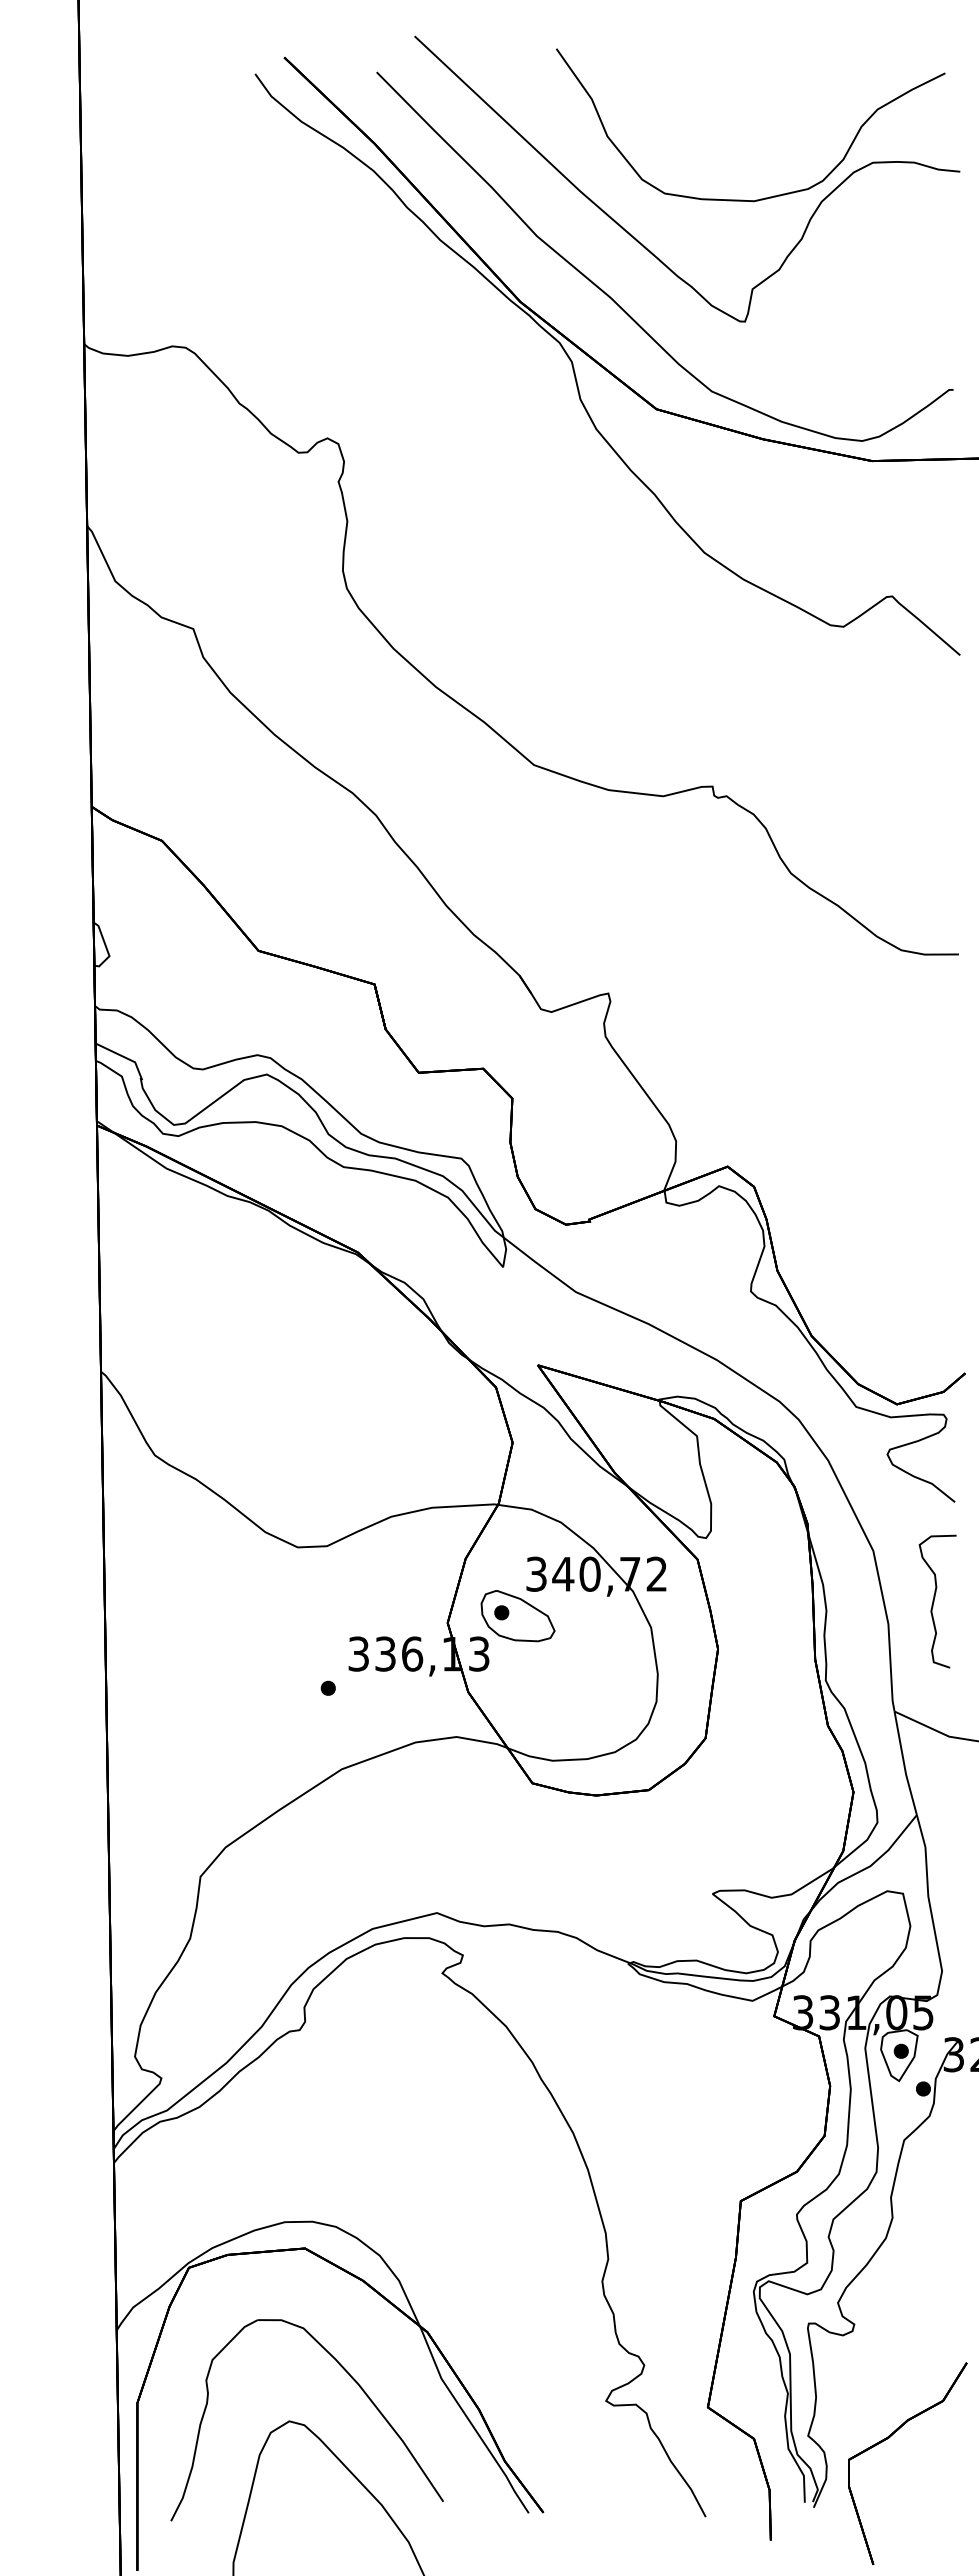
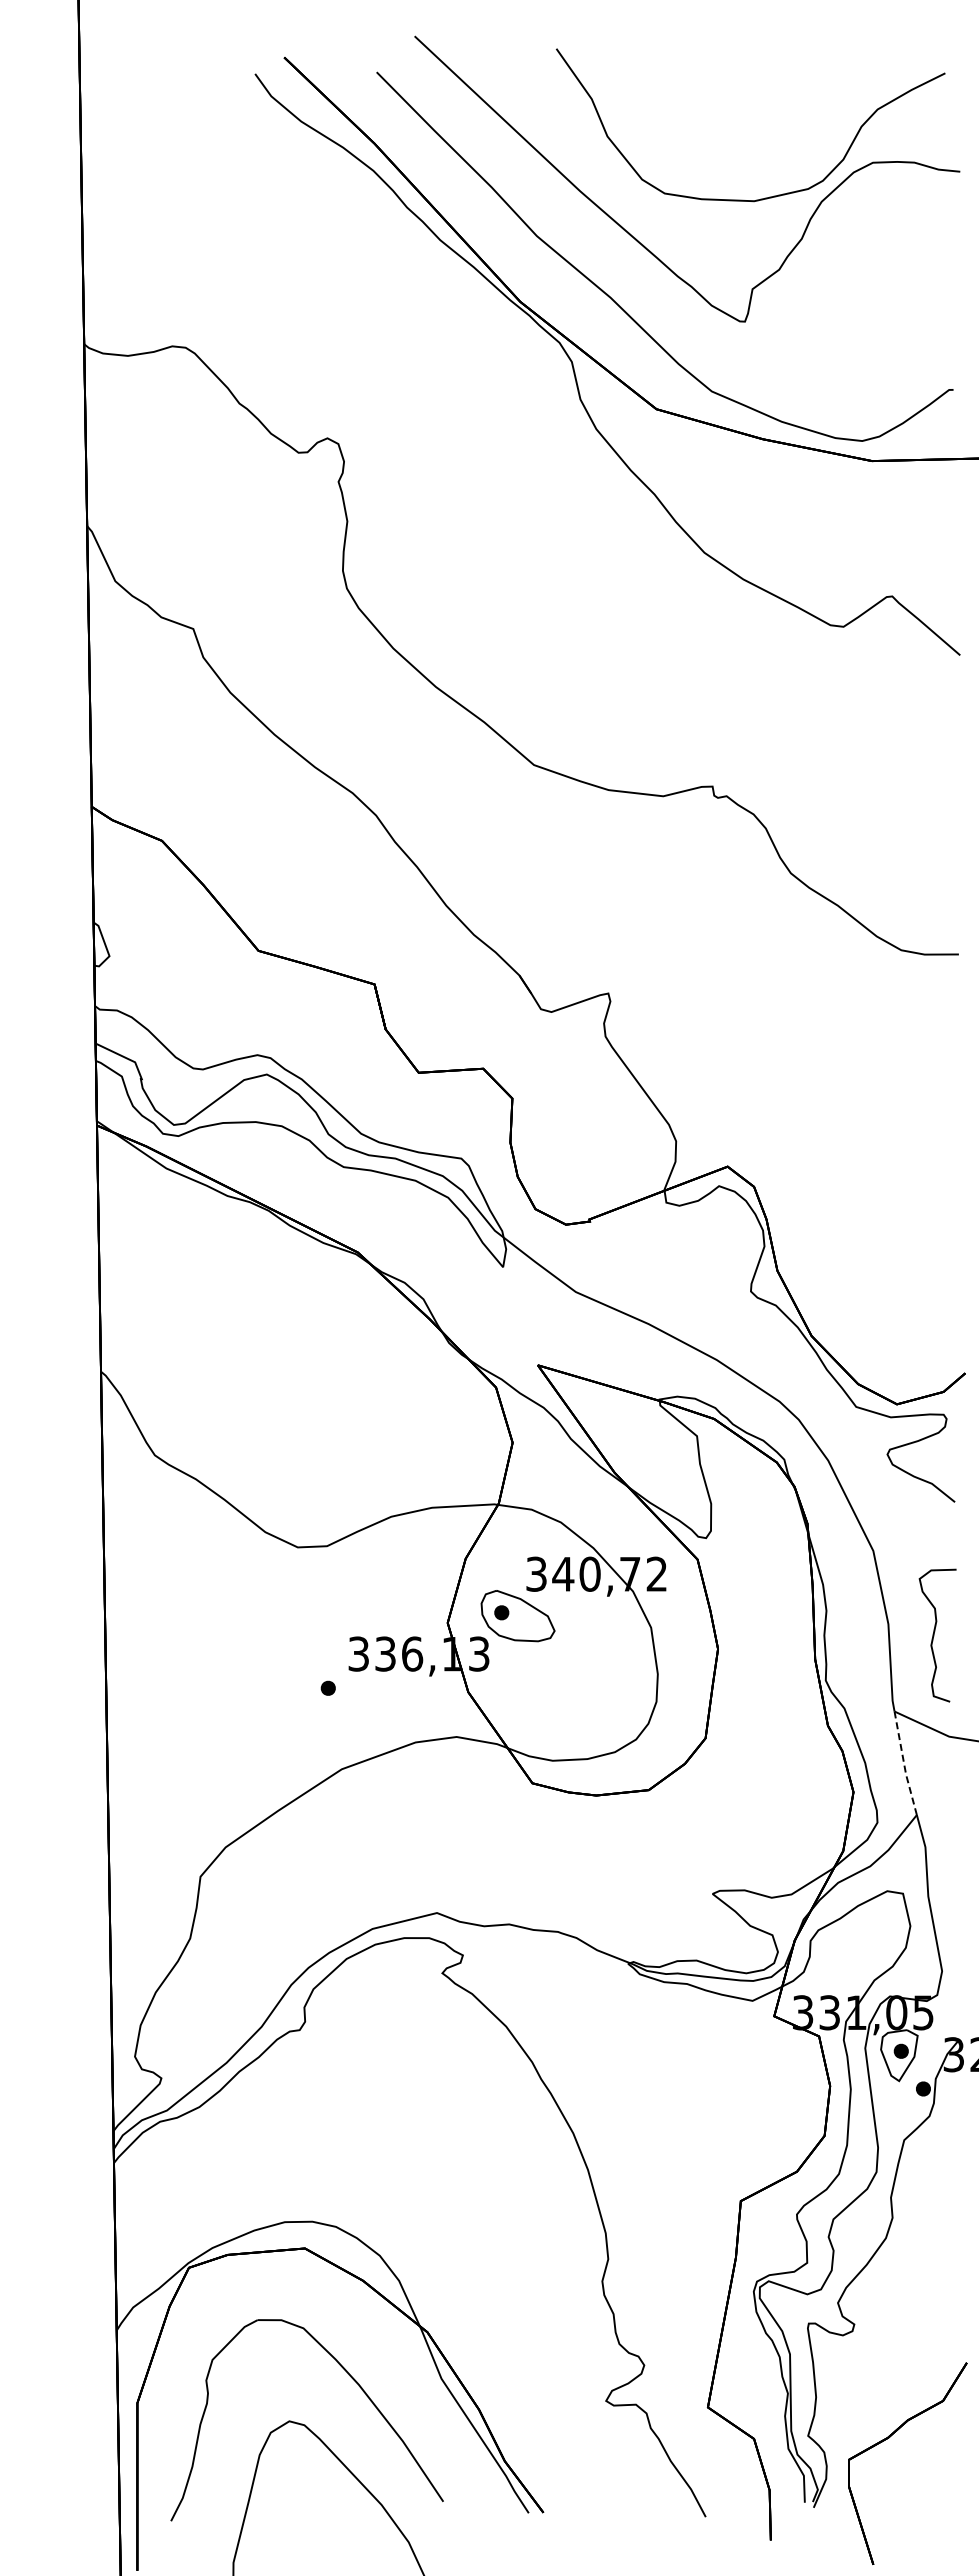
curve at (934, 1601) position: (934, 1601) -> (934, 1635)
line at (904, 1763): solid -> dashed
